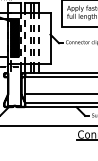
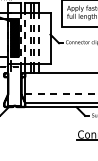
line at (59, 77): present -> none
line at (62, 94): solid -> dashed
line at (48, 126): present -> none
